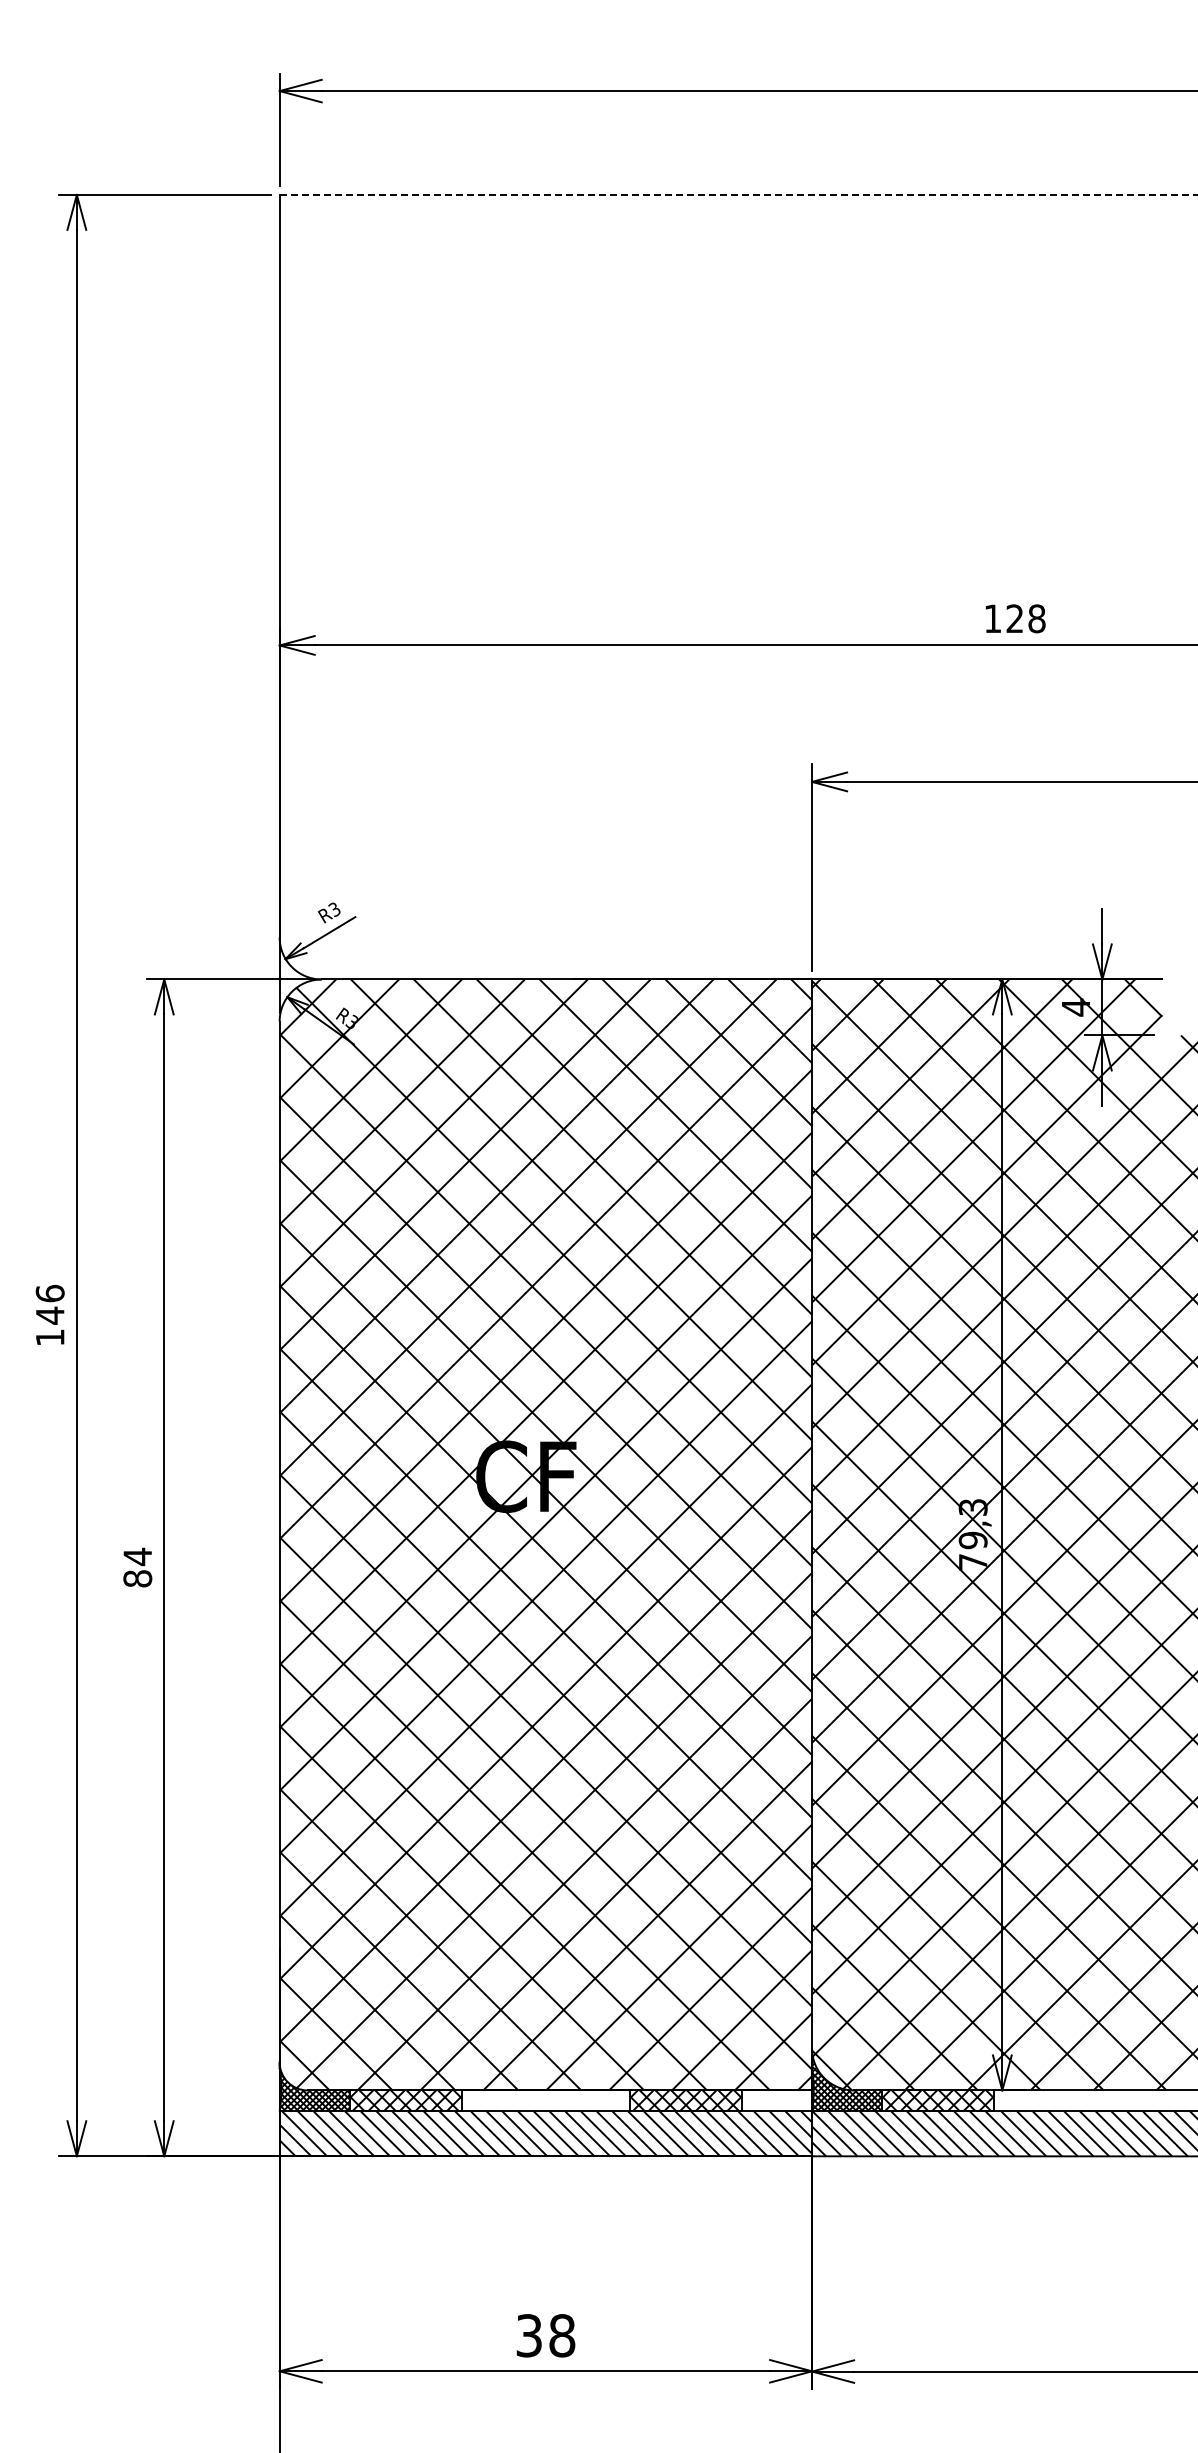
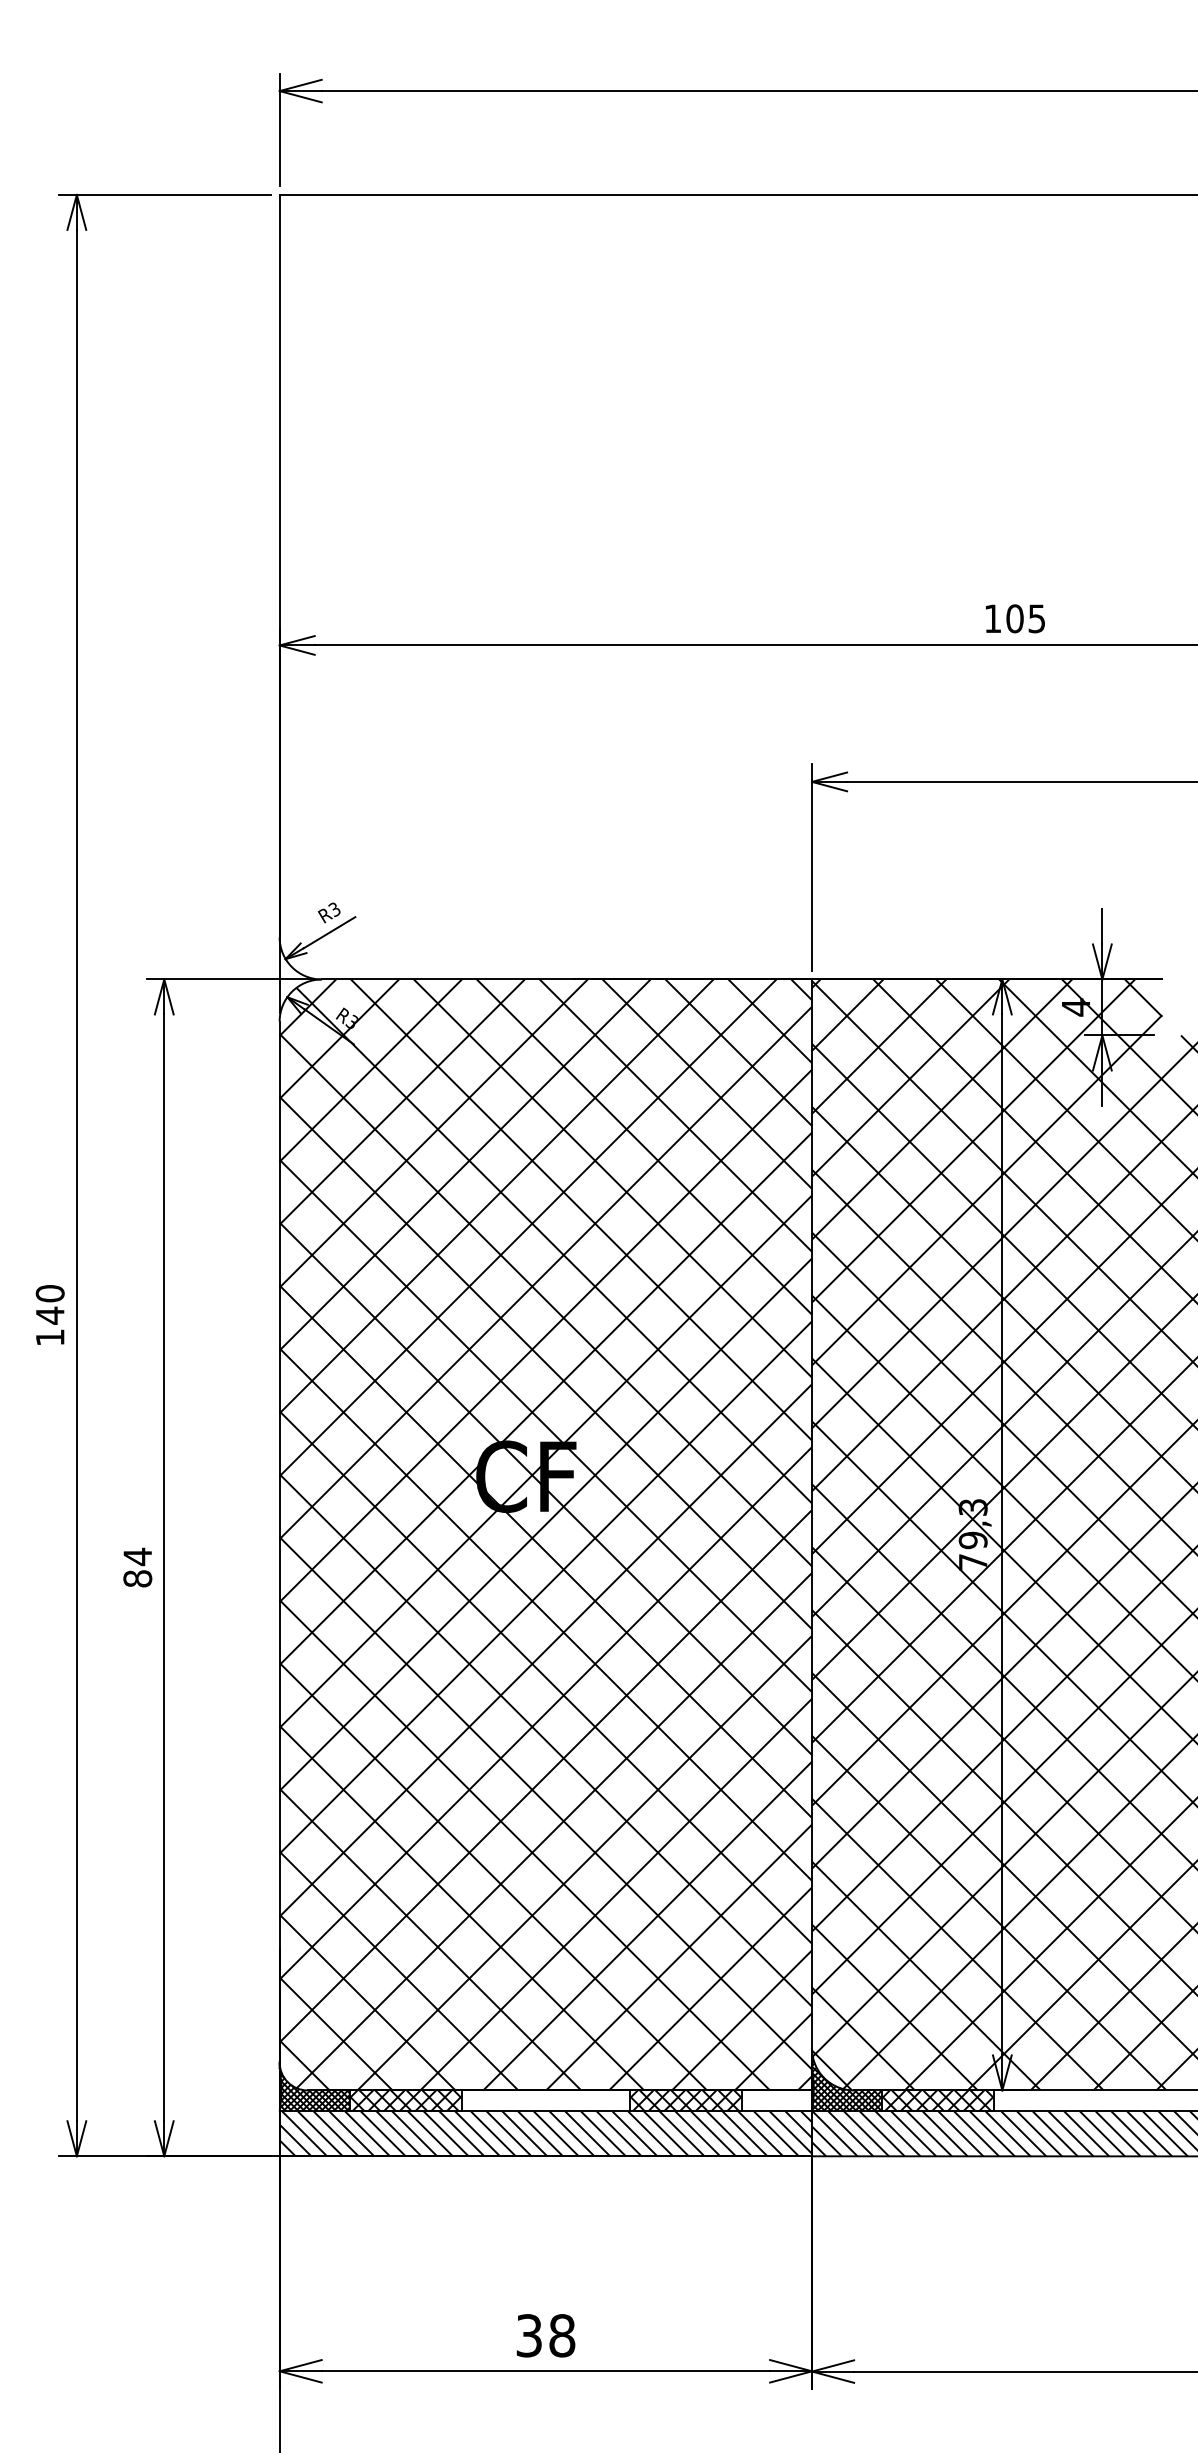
line at (738, 194): dashed -> solid
text at (1025, 618): 128 -> 105
text at (49, 1293): 146 -> 140
